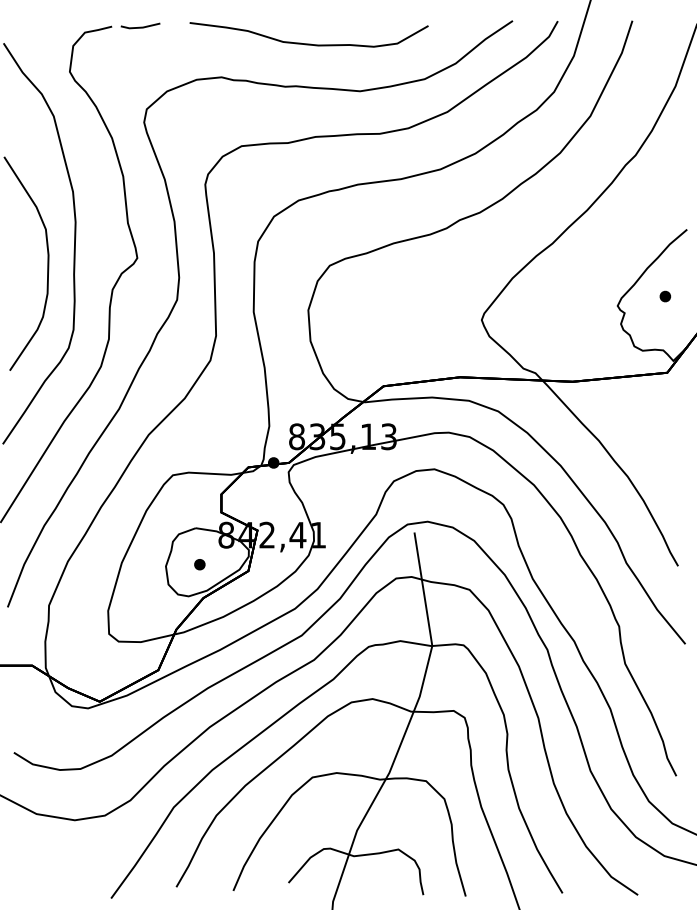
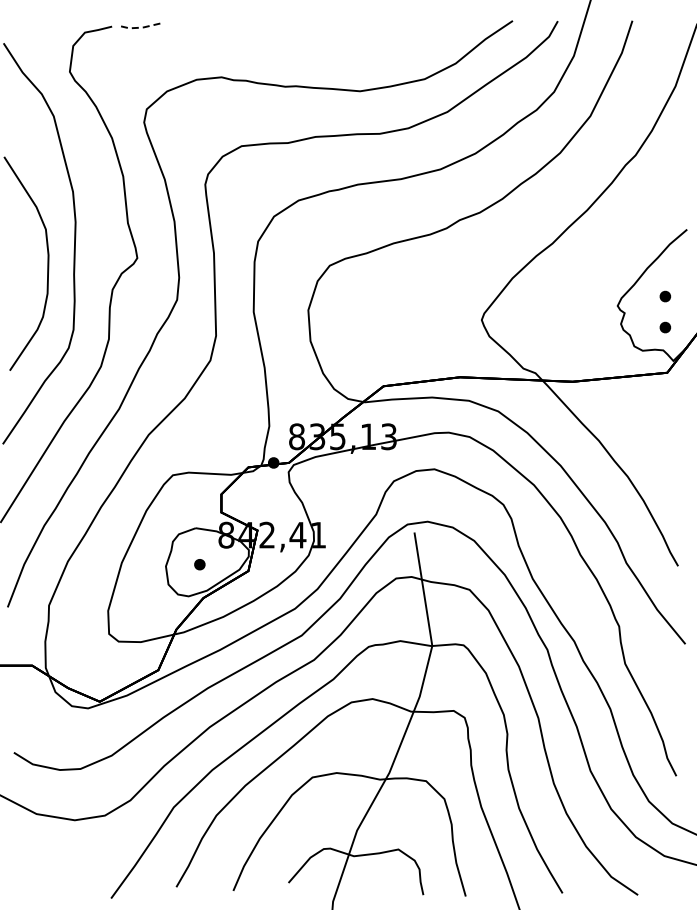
line at (140, 27): solid -> dashed
curve at (308, 43): present -> none
part at (665, 327): none -> present
